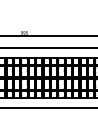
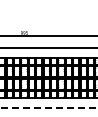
line at (49, 107): solid -> dashed
